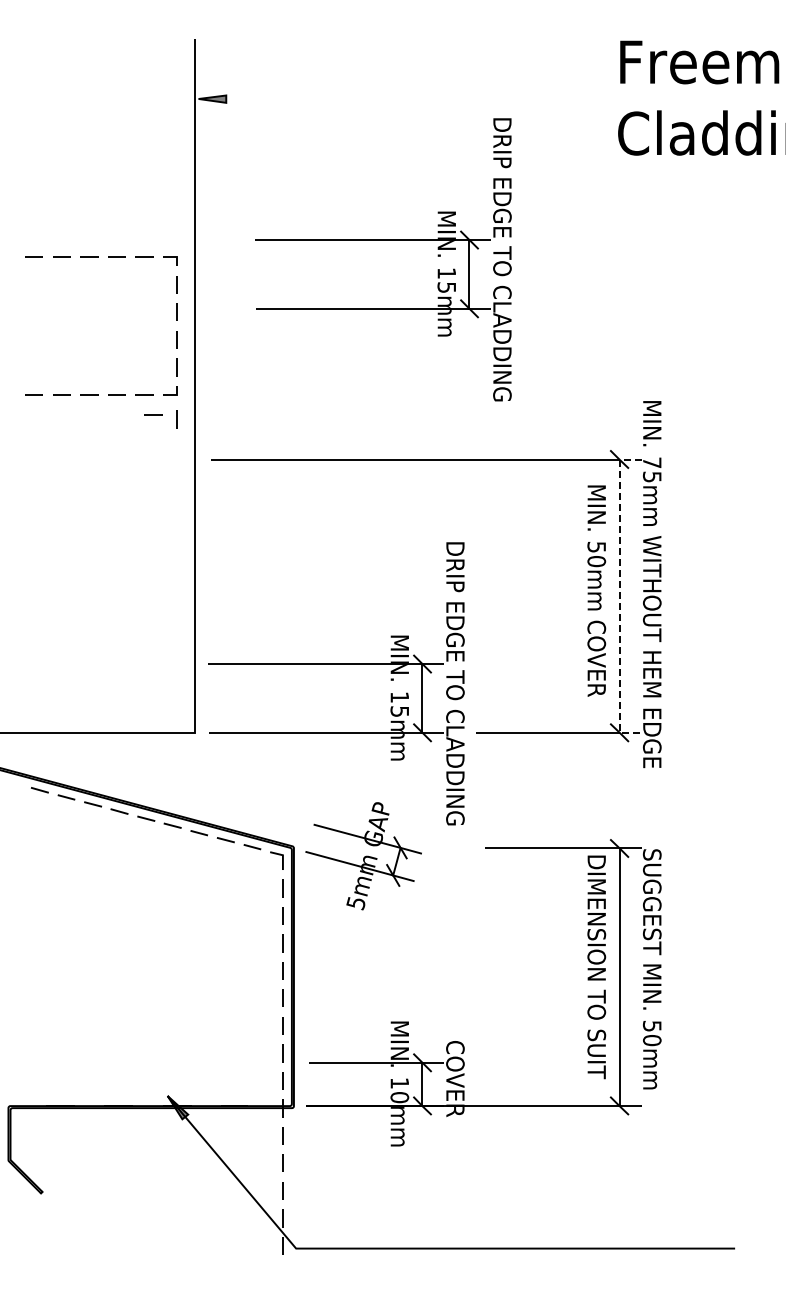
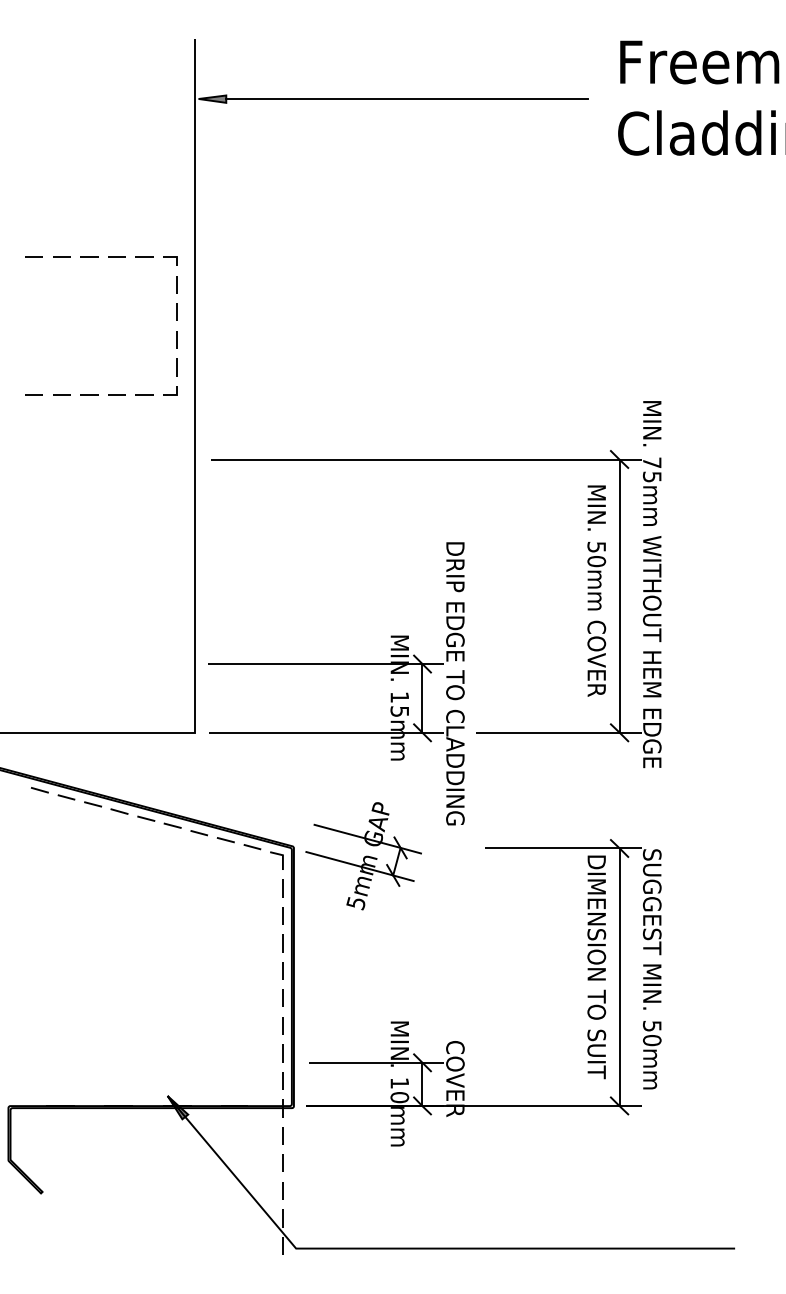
line at (407, 99): none -> present
part at (383, 240): present -> none
line at (153, 414): present -> none
line at (176, 419): present -> none
line at (619, 596): dashed -> solid
